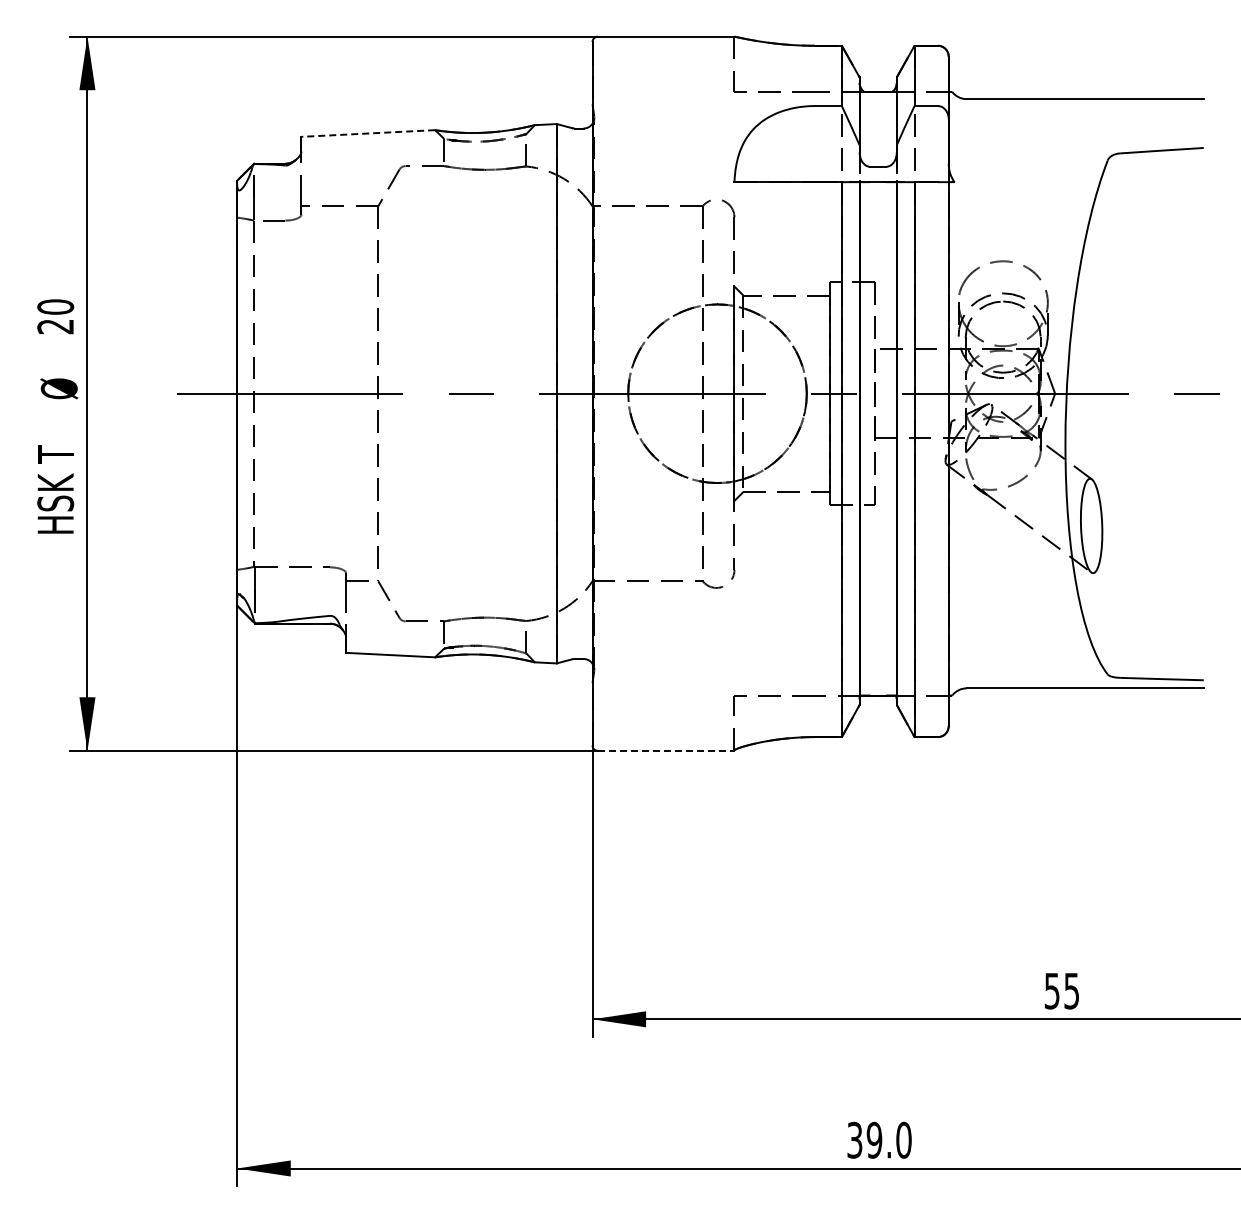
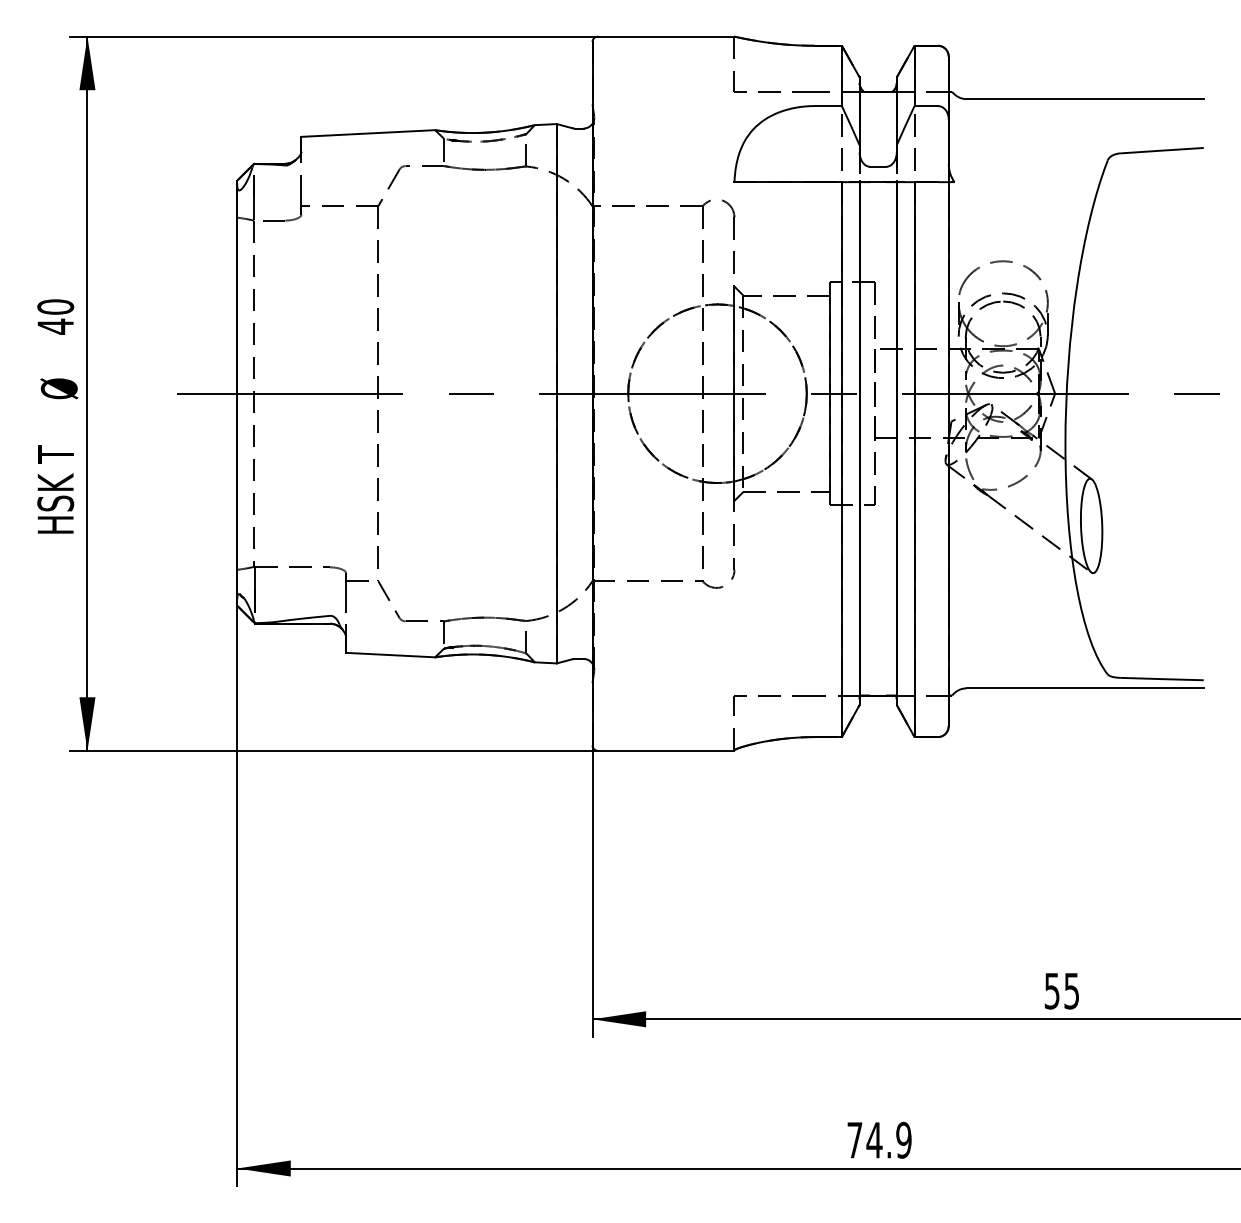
line at (368, 133): dashed -> solid
text at (55, 326): 20 -> 40
line at (666, 750): dashed -> solid
text at (879, 1139): 39.0 -> 74.9
